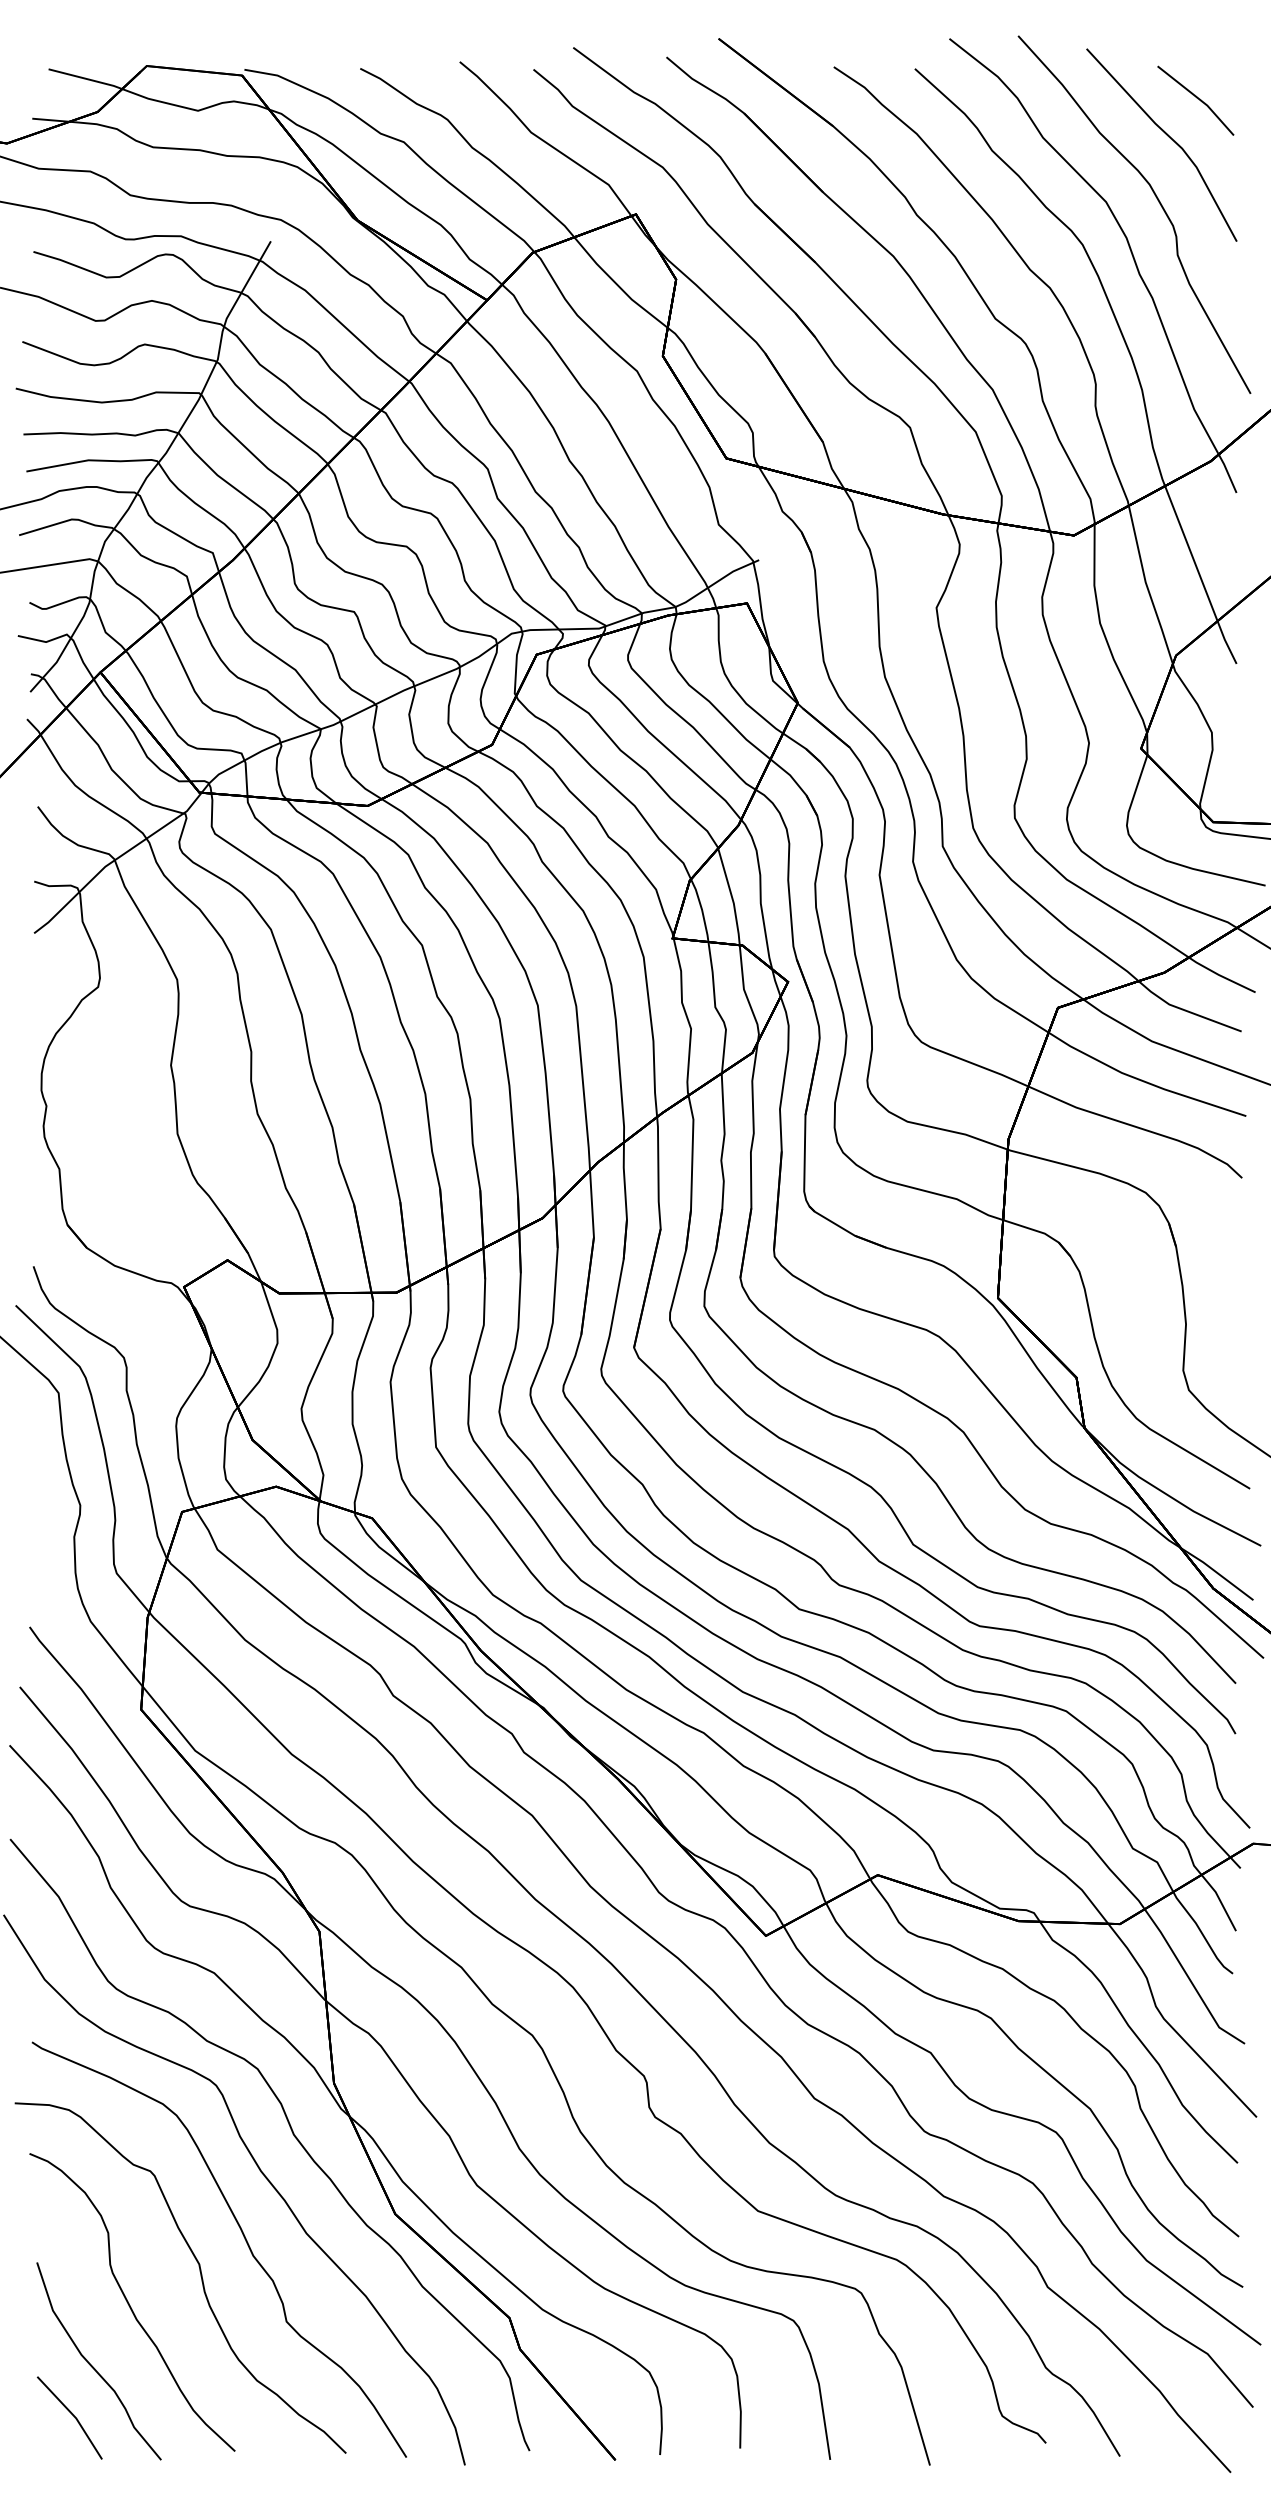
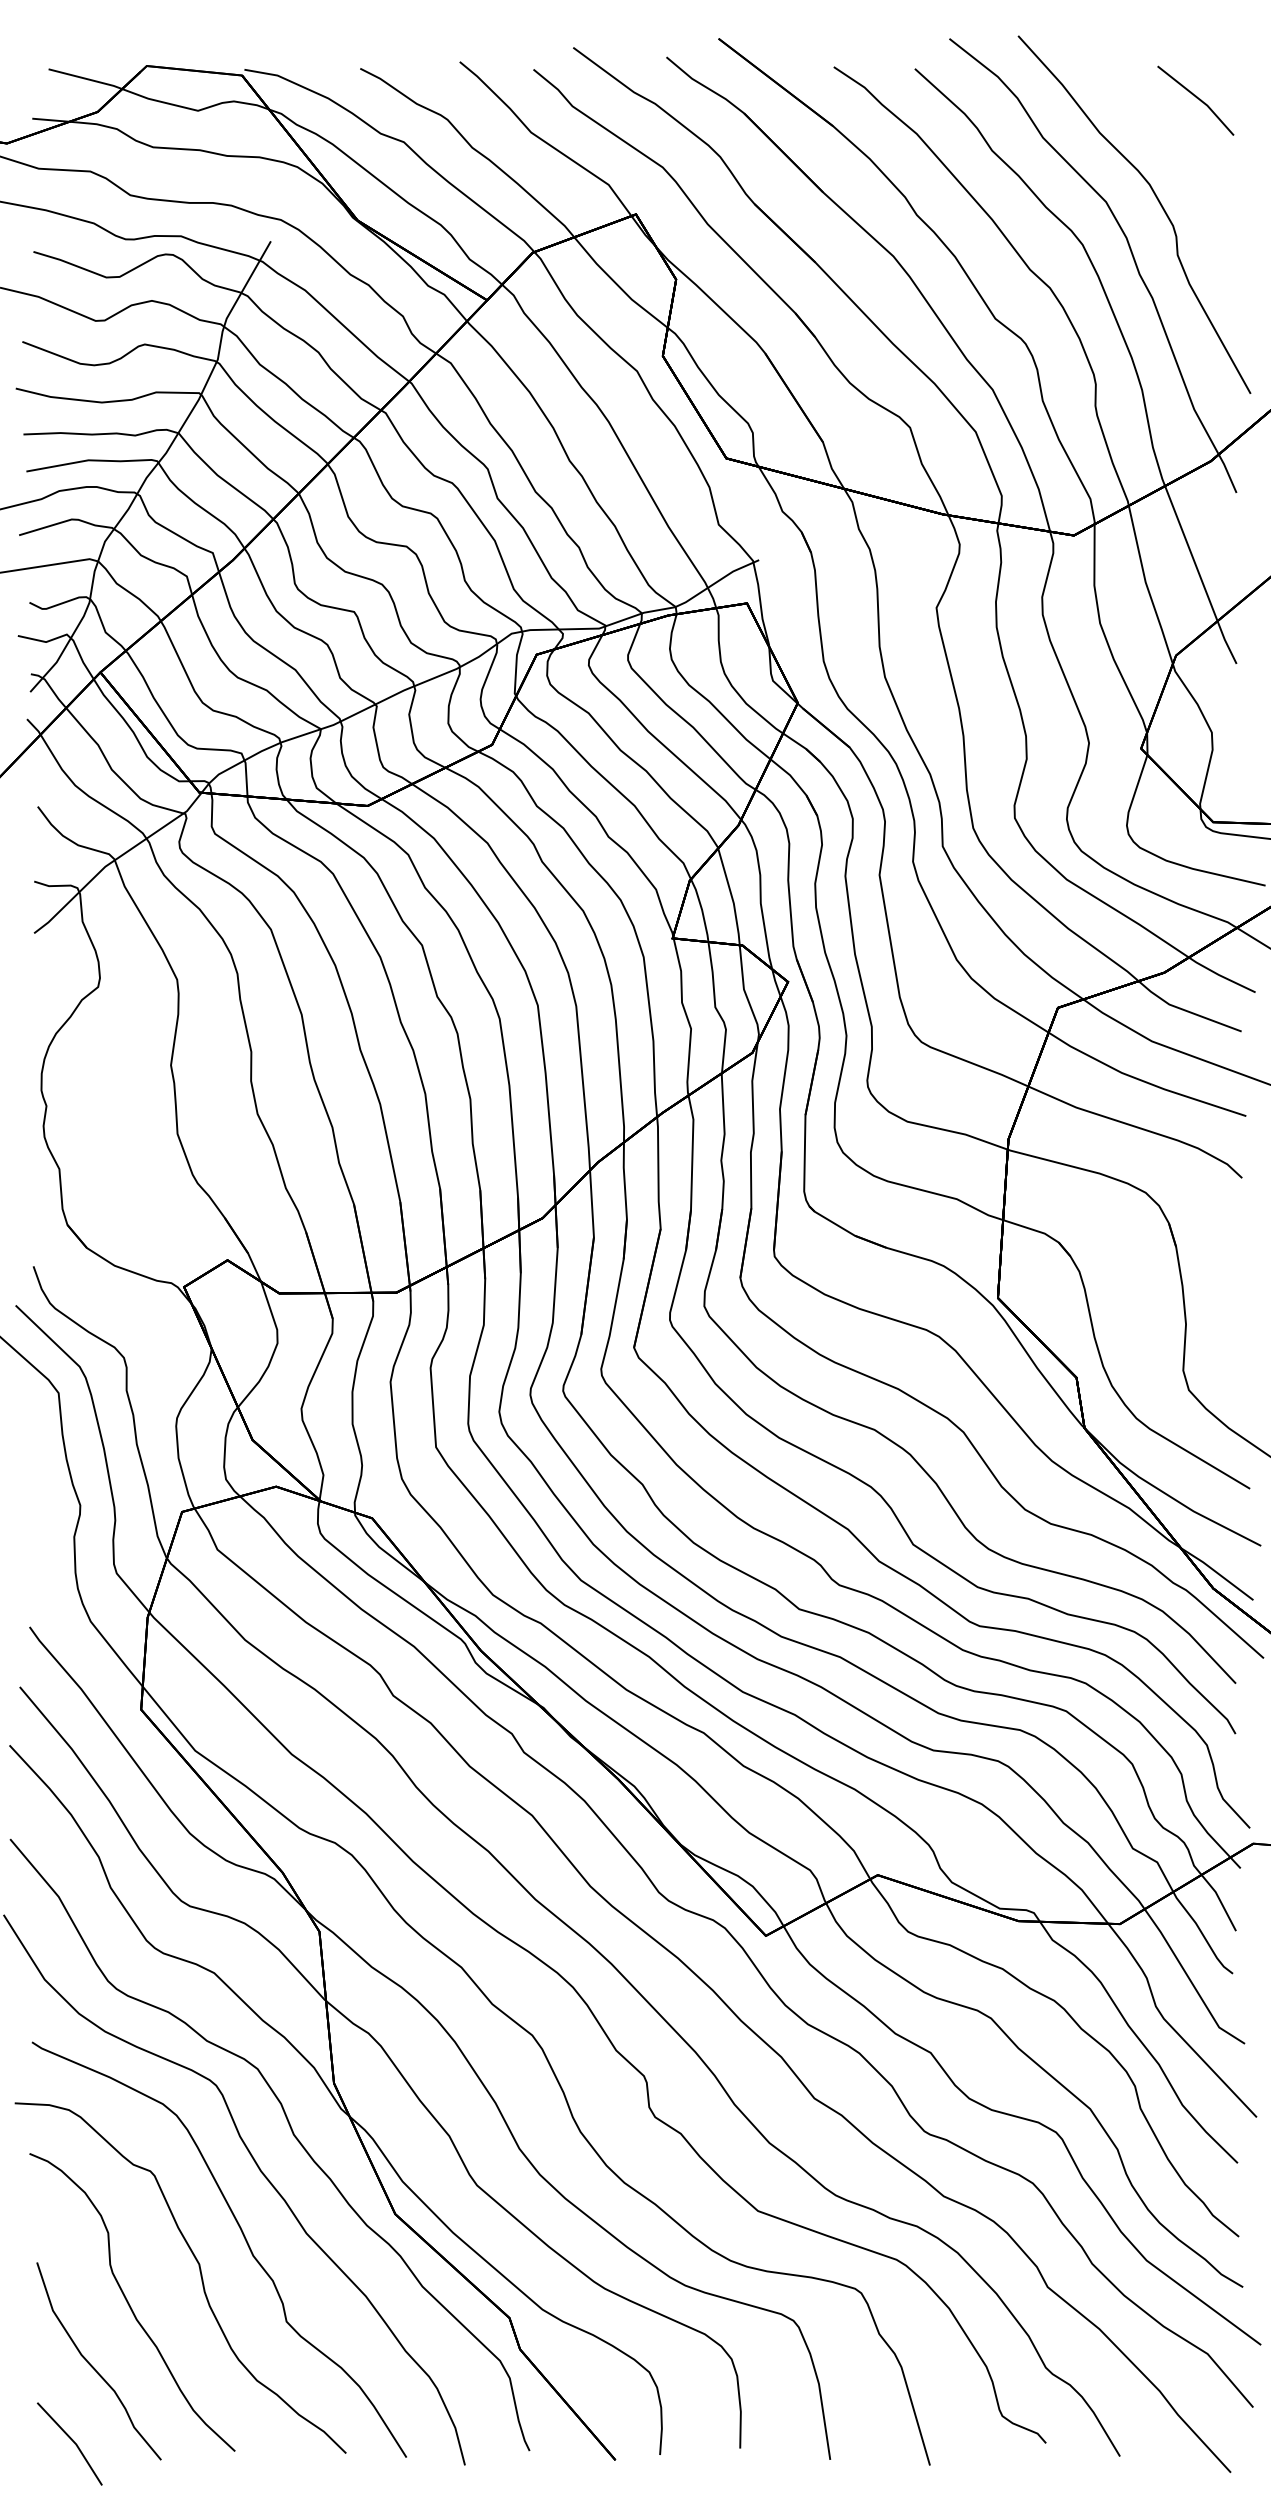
line at (1168, 137): present -> none
line at (71, 2414) position: (71, 2414) -> (71, 2440)
